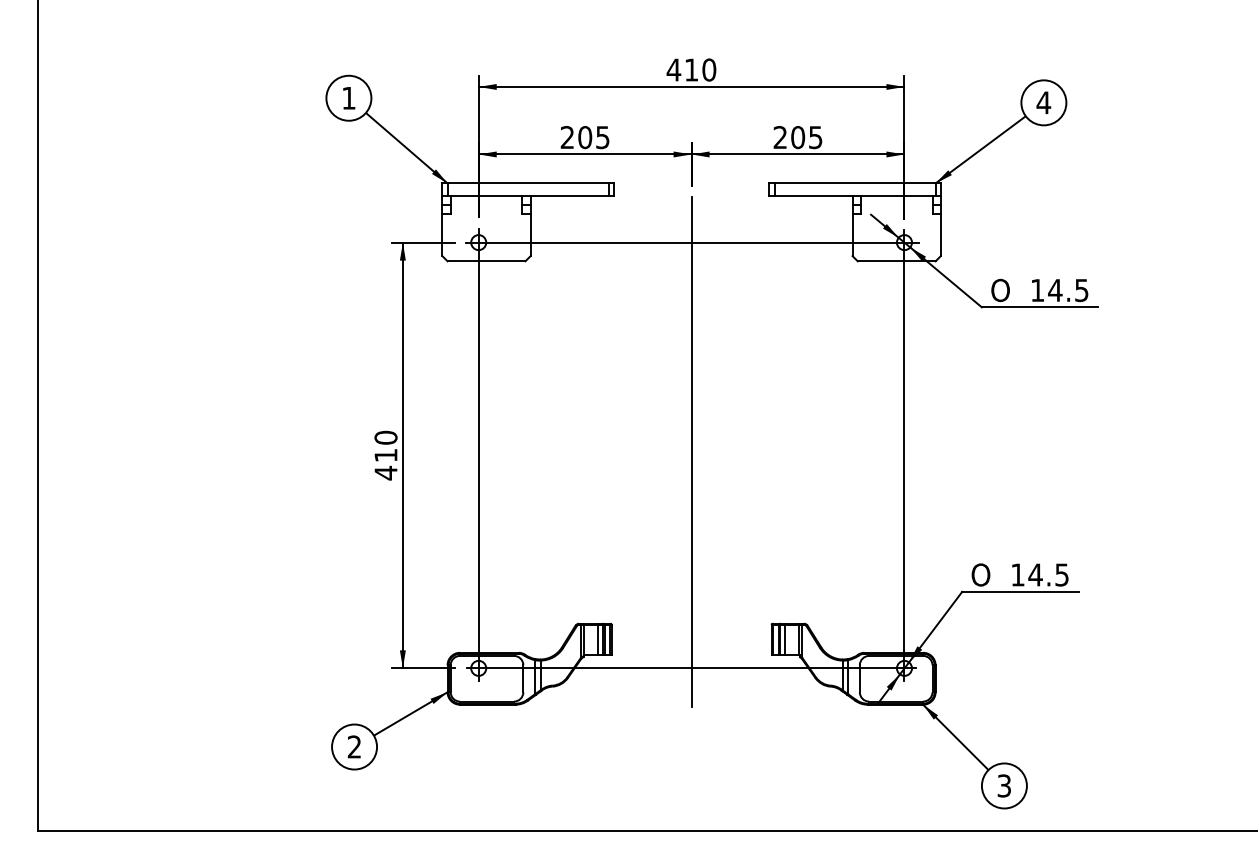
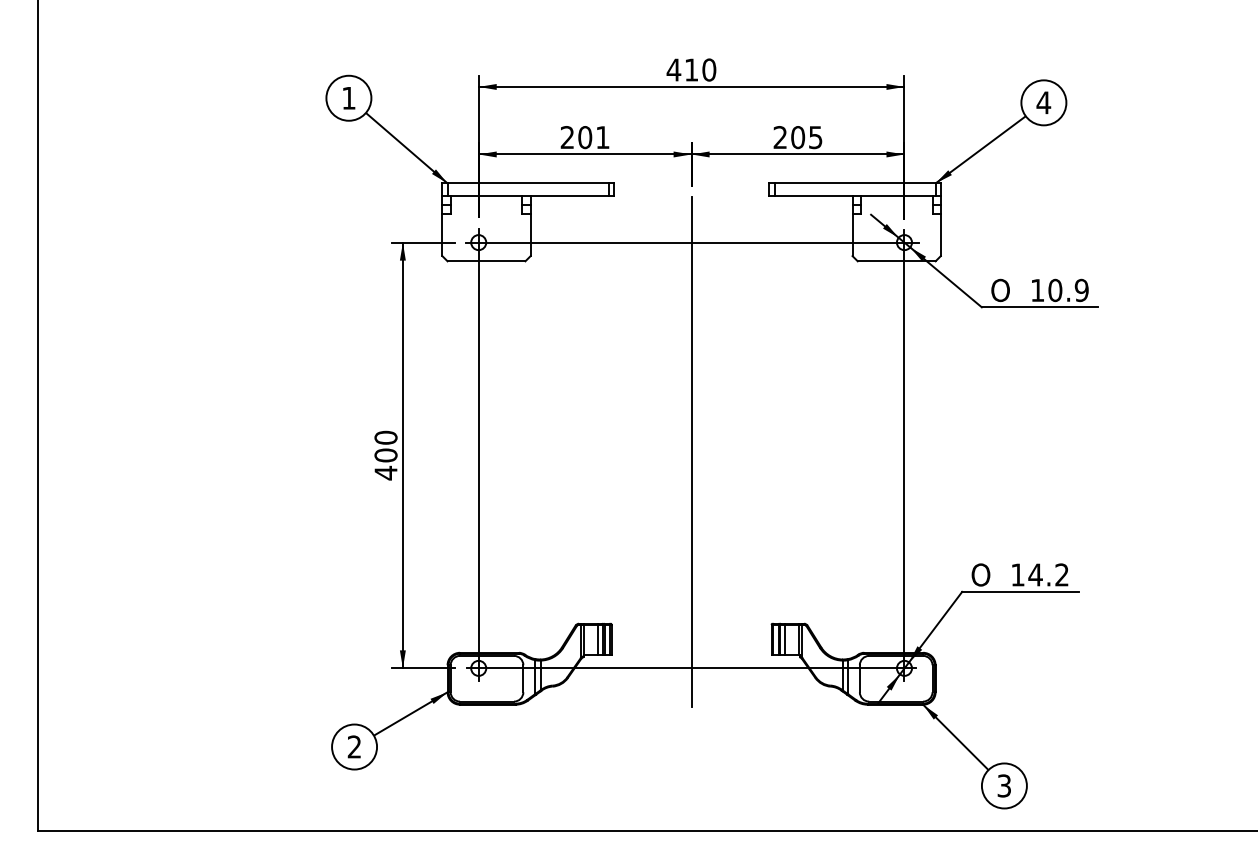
text at (602, 137): 205 -> 201
text at (1068, 290): 14.5 -> 10.9
text at (385, 455): 410 -> 400
text at (1061, 574): 14.5 -> 14.2
